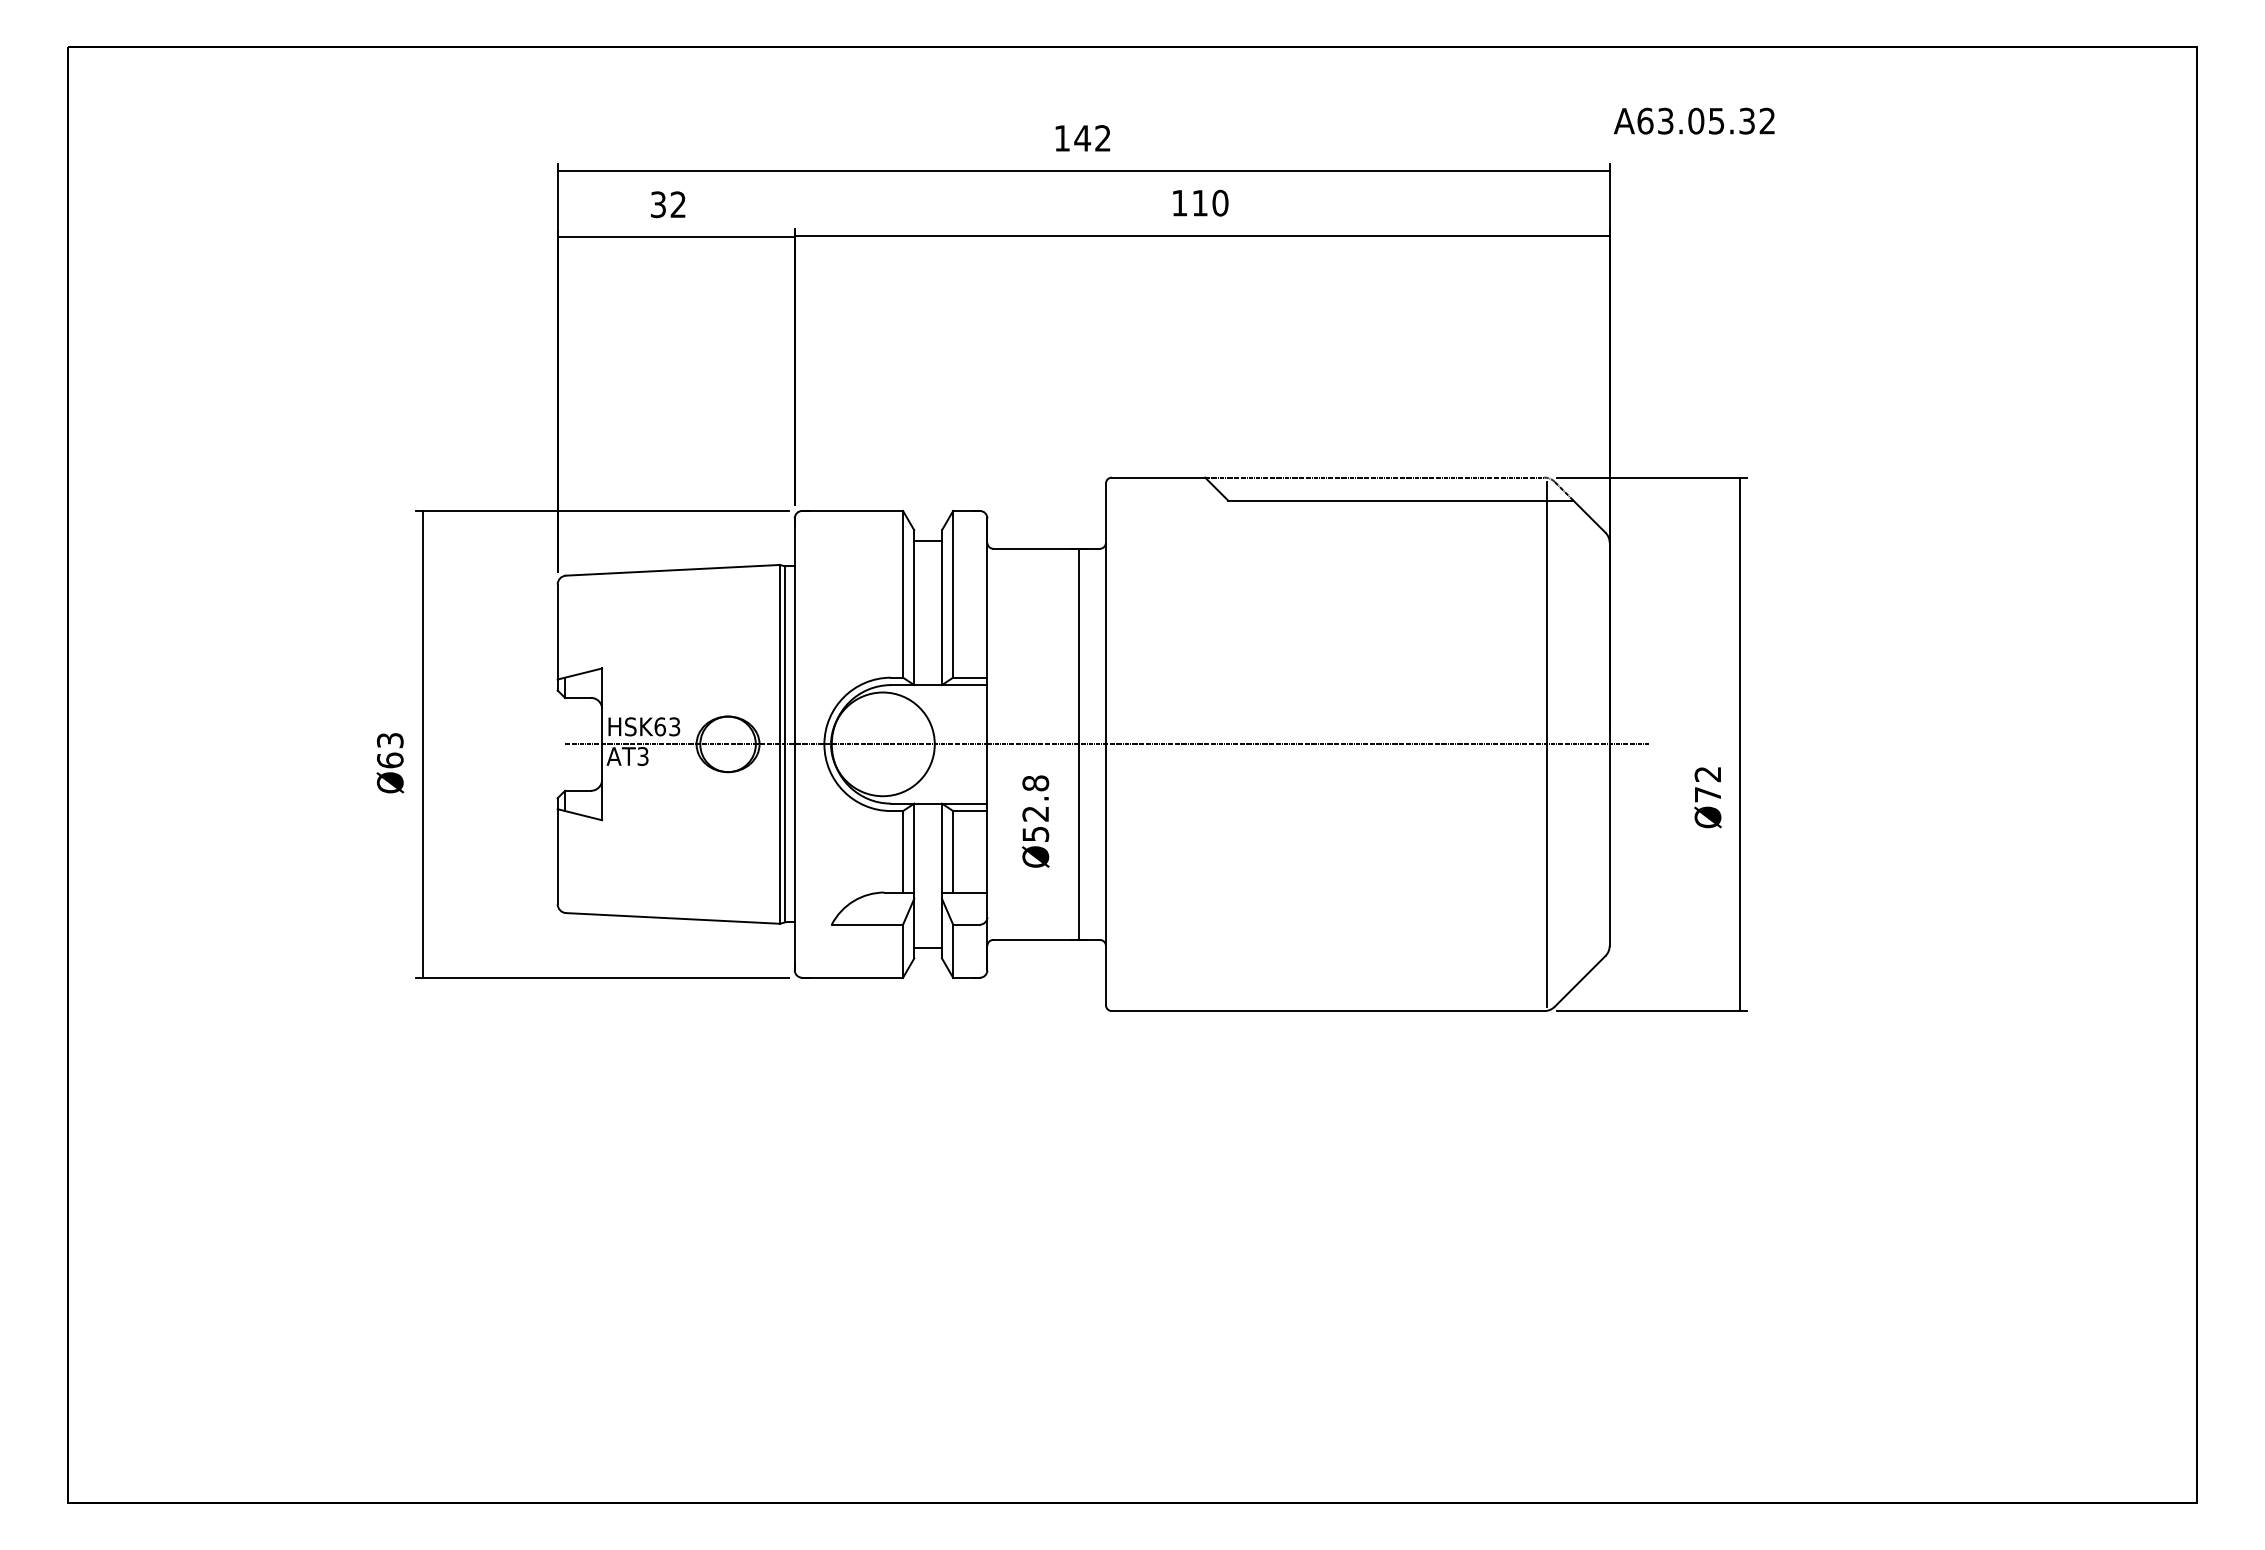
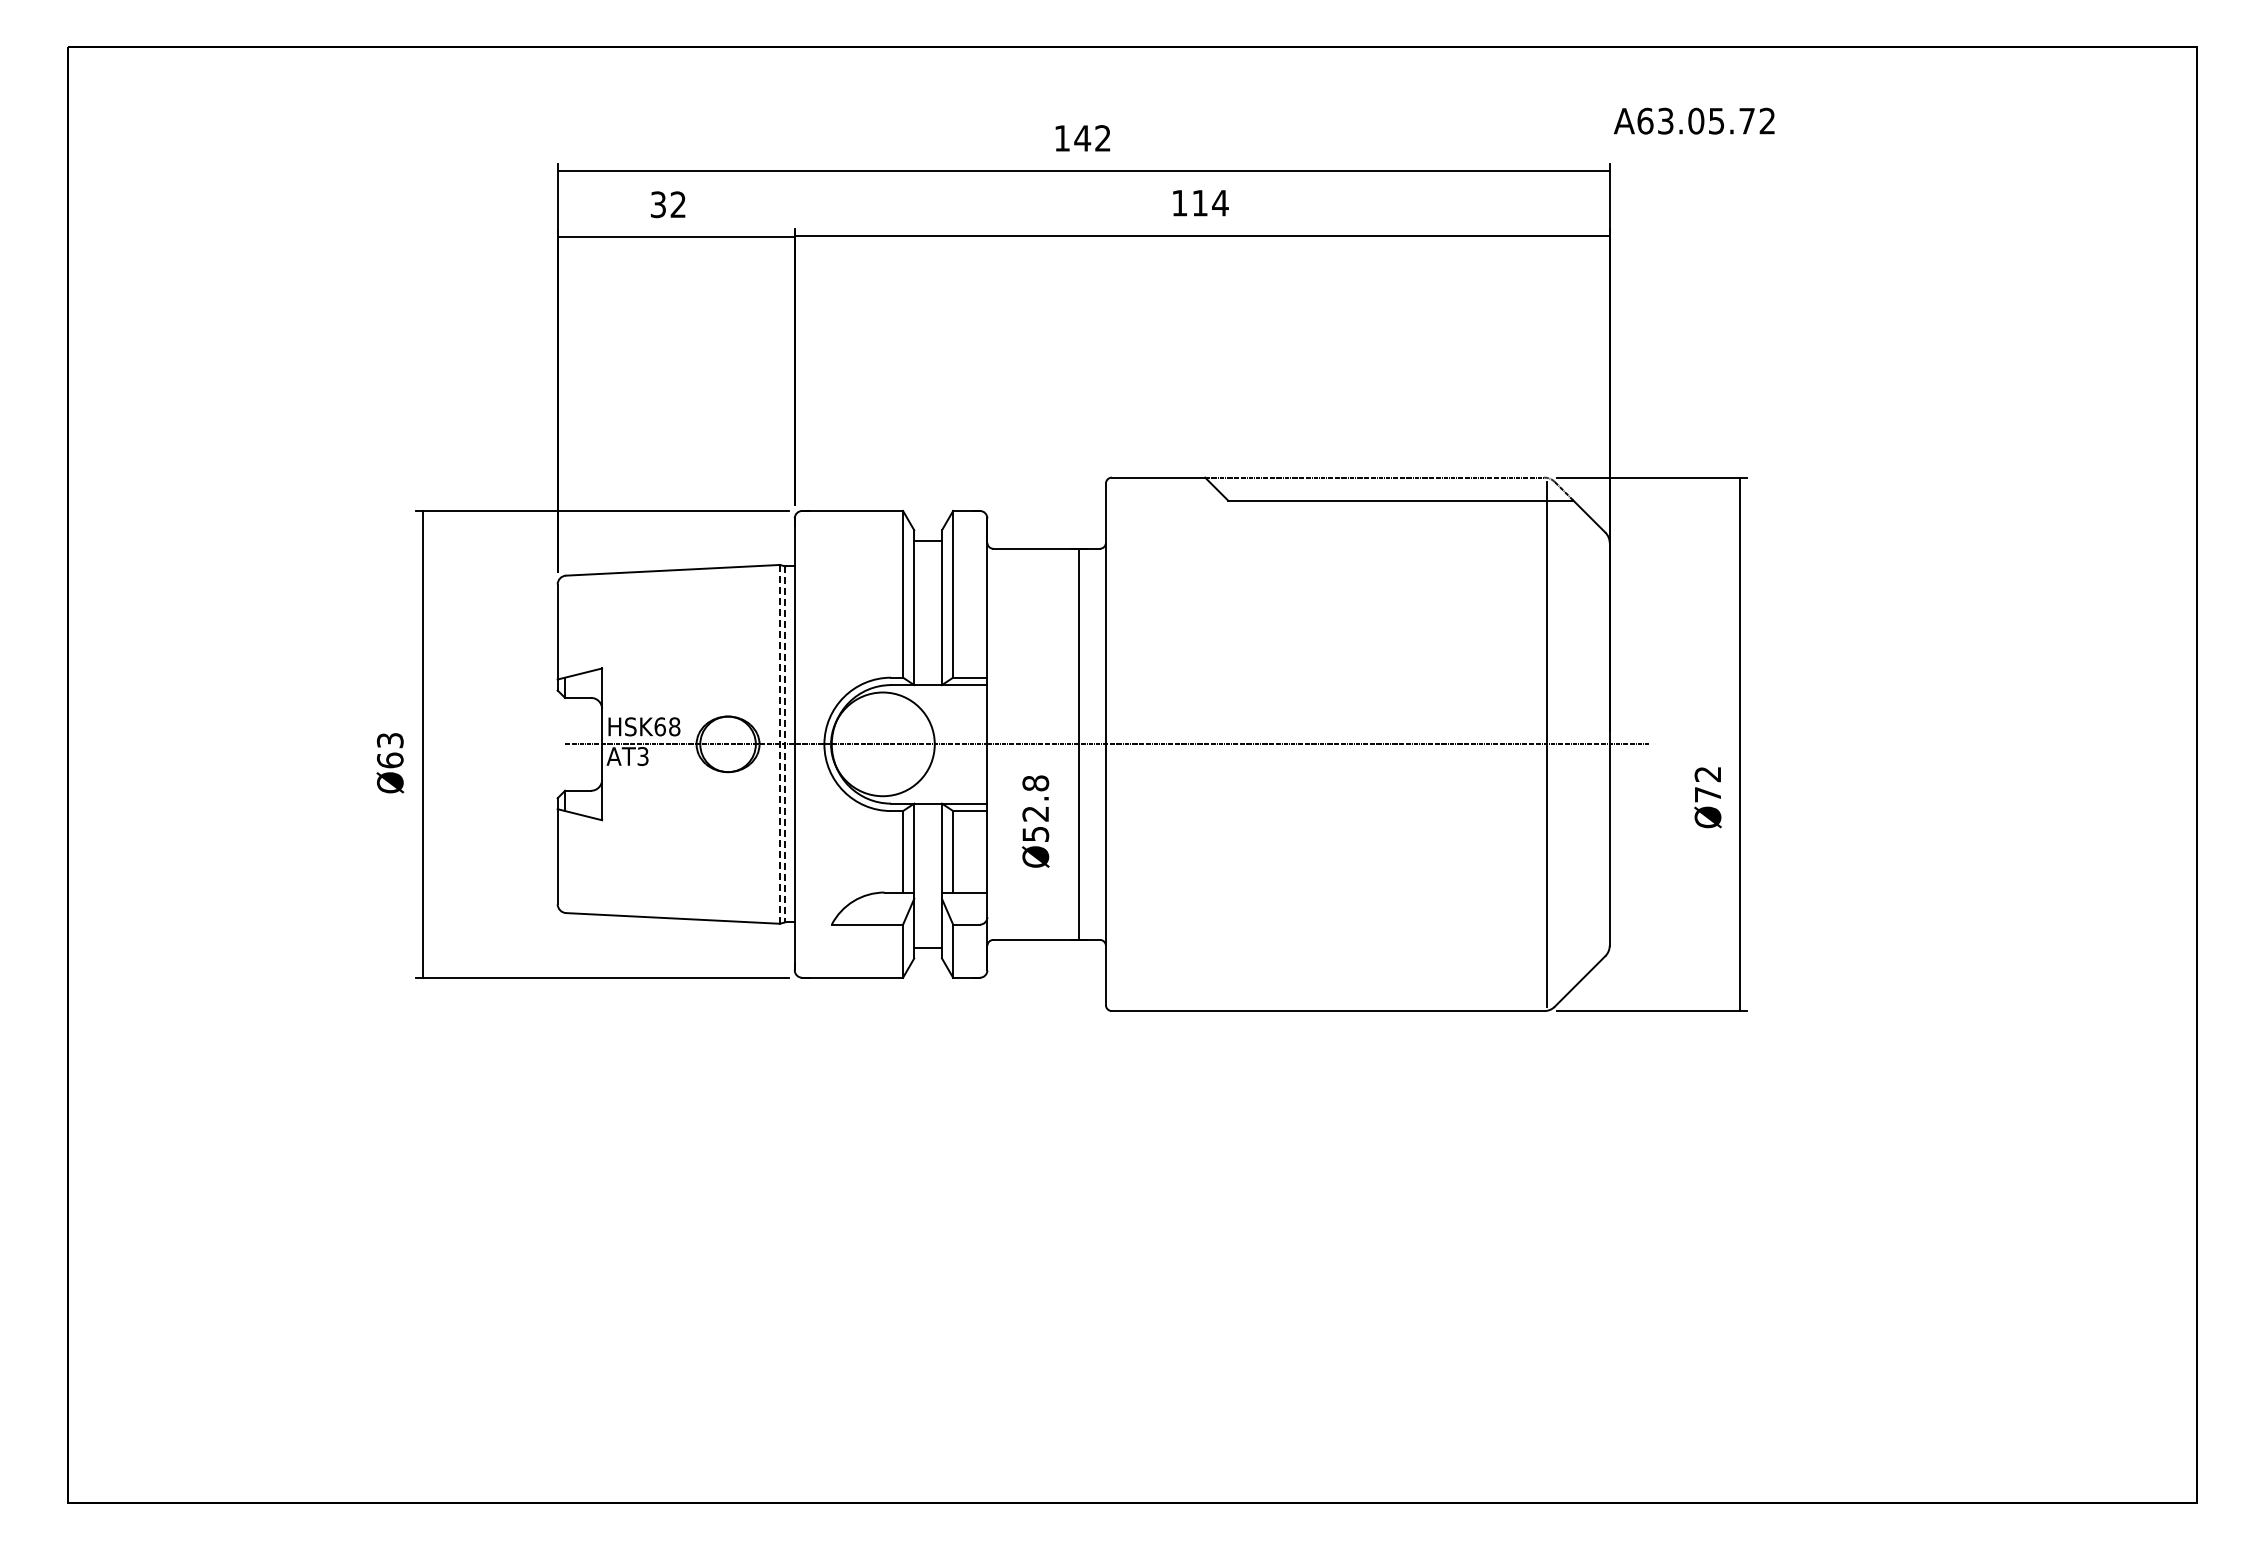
text at (1746, 120): A63.05.32 -> A63.05.72
text at (1220, 202): 110 -> 114
text at (674, 726): HSK63 -> HSK68
line at (779, 744): solid -> dashed
line at (785, 744): solid -> dashed
